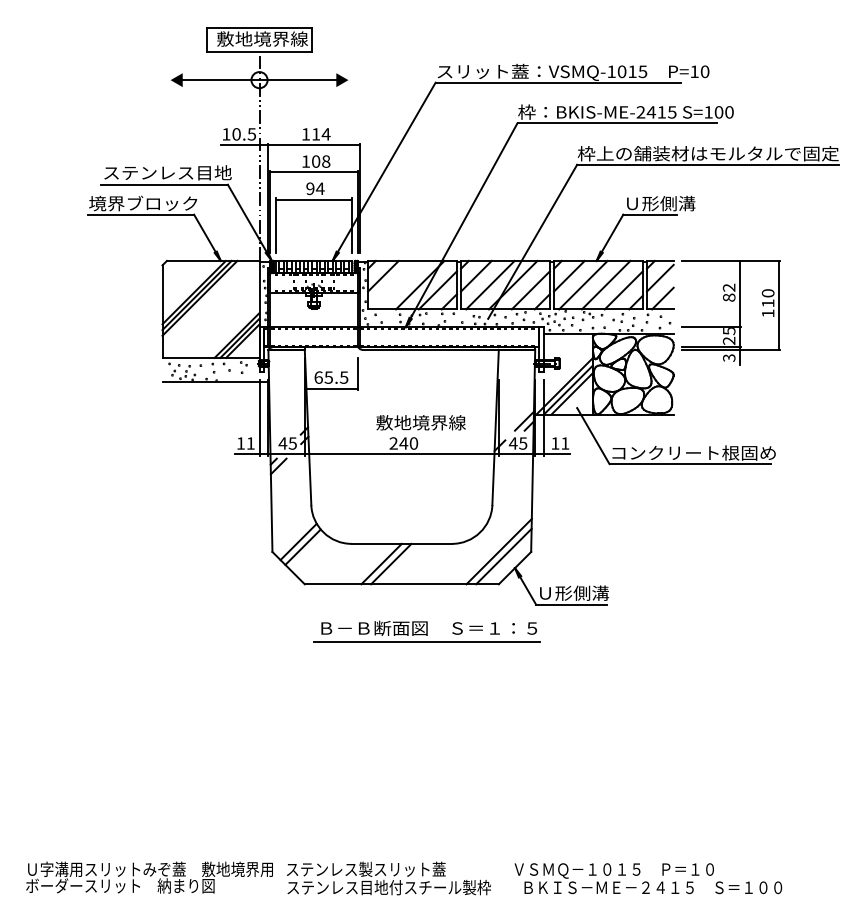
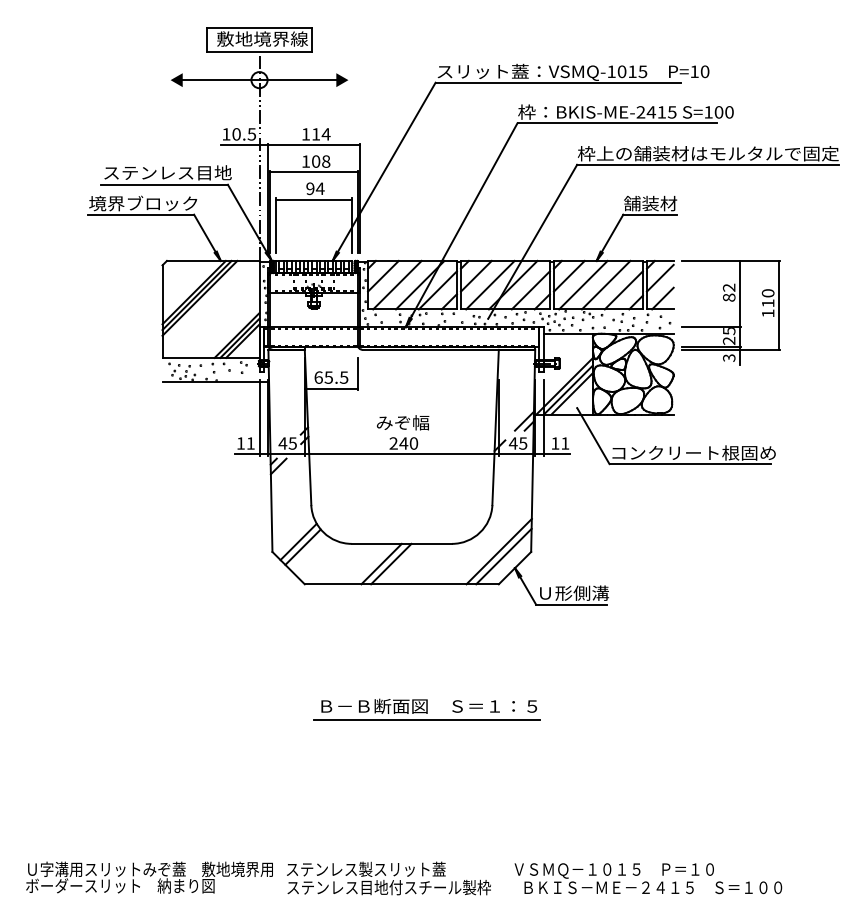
text at (659, 203): Ｕ形側溝 -> 舗装材
line at (397, 284): none -> present
text at (420, 422): 敷地境界線 -> みぞ幅
part at (426, 631) position: (426, 631) -> (426, 709)
